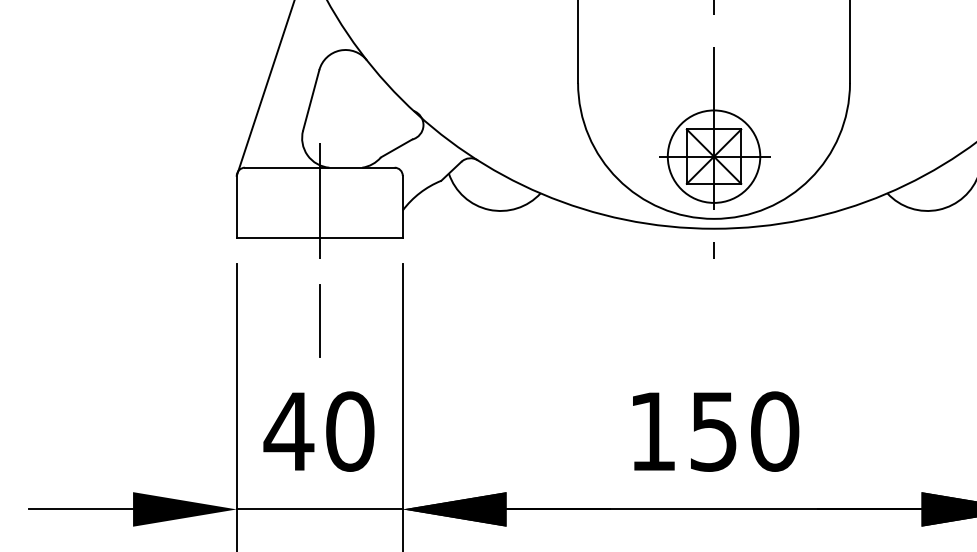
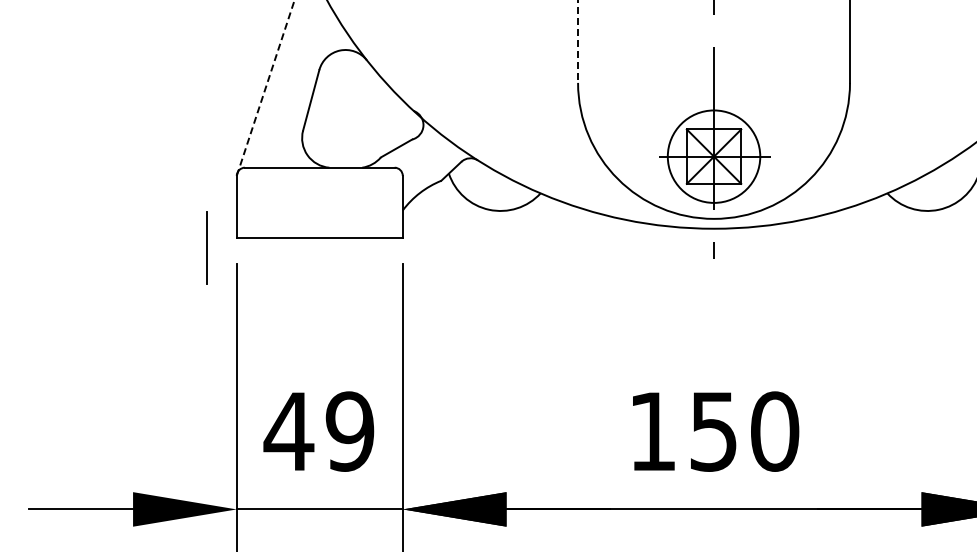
line at (578, 42): solid -> dashed
line at (265, 87): solid -> dashed
line at (319, 200): present -> none
line at (319, 320) position: (319, 320) -> (206, 247)
text at (349, 431): 40 -> 49
